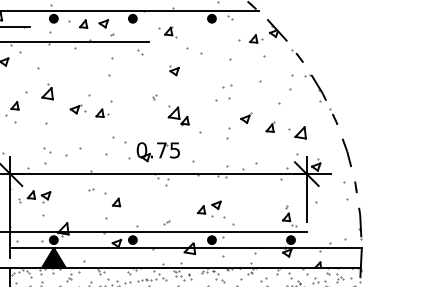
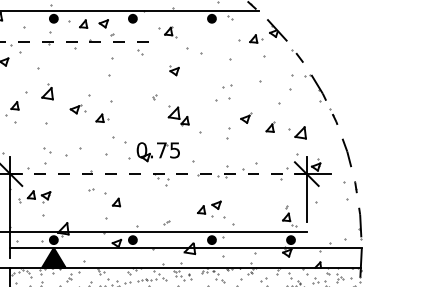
line at (16, 26): present -> none
line at (74, 42): solid -> dashed
part at (102, 112) position: (102, 112) -> (102, 117)
line at (158, 174): solid -> dashed
